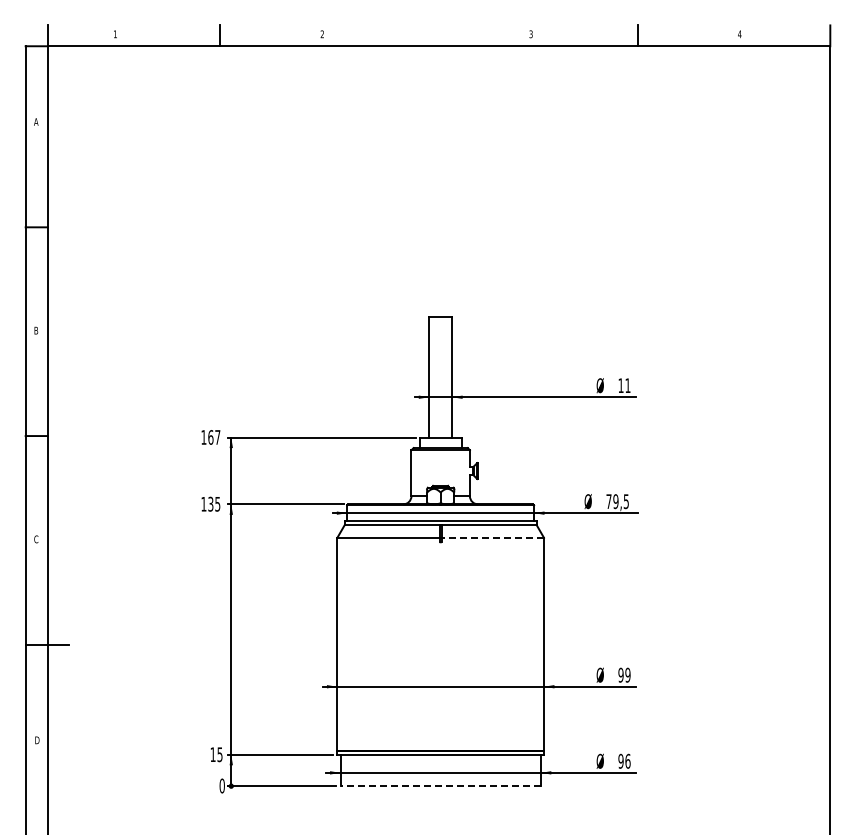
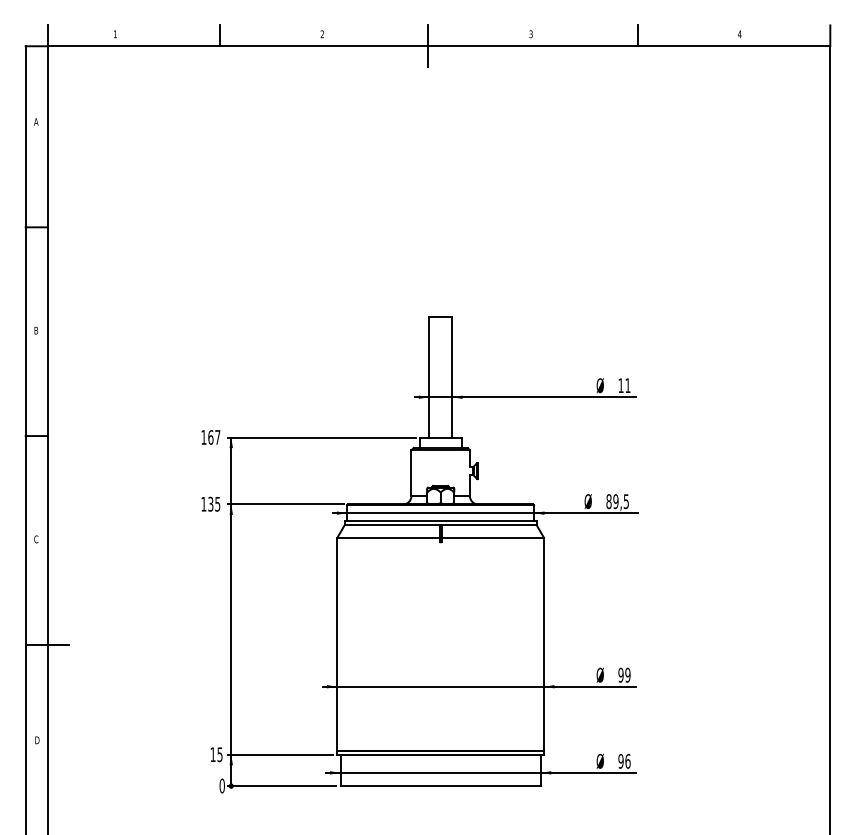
line at (427, 45): none -> present
text at (608, 501): 79,5 -> 89,5
line at (492, 537): dashed -> solid
line at (440, 786): dashed -> solid
